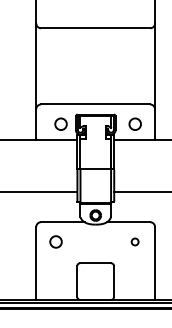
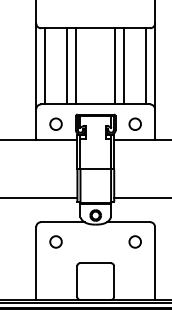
line at (45, 66): none -> present
line at (66, 66): none -> present
line at (76, 66): none -> present
line at (115, 66): none -> present
line at (124, 66): none -> present
line at (145, 66): none -> present
circle at (60, 123) position: (60, 123) -> (55, 123)
line at (39, 192) position: (39, 192) -> (39, 198)
line at (141, 192) position: (141, 192) -> (141, 198)
circle at (134, 241) size: 10x10 px -> 14x14 px
